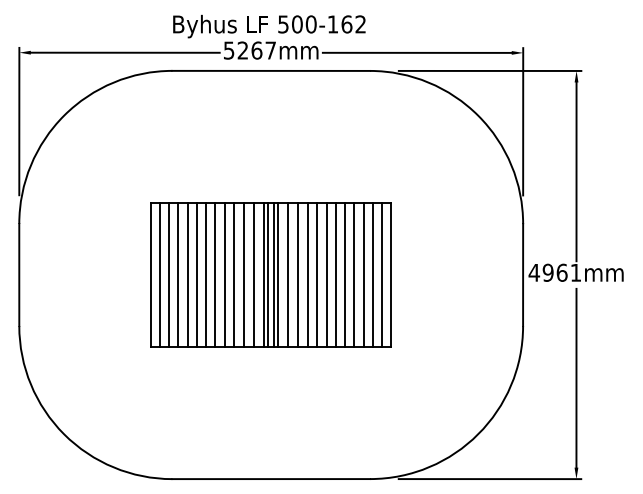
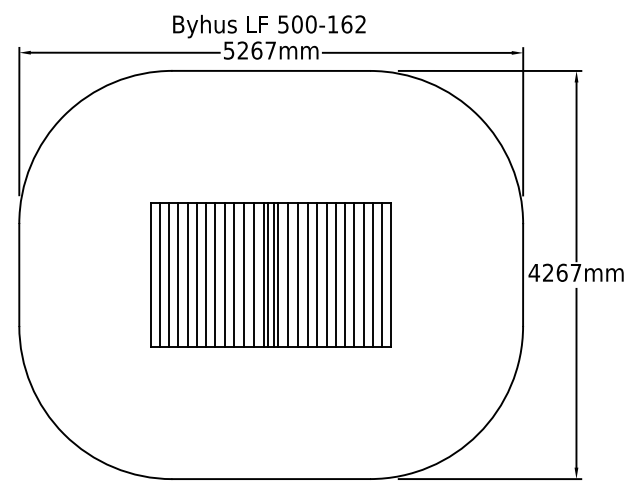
text at (561, 272): 4961mm -> 4267mm
